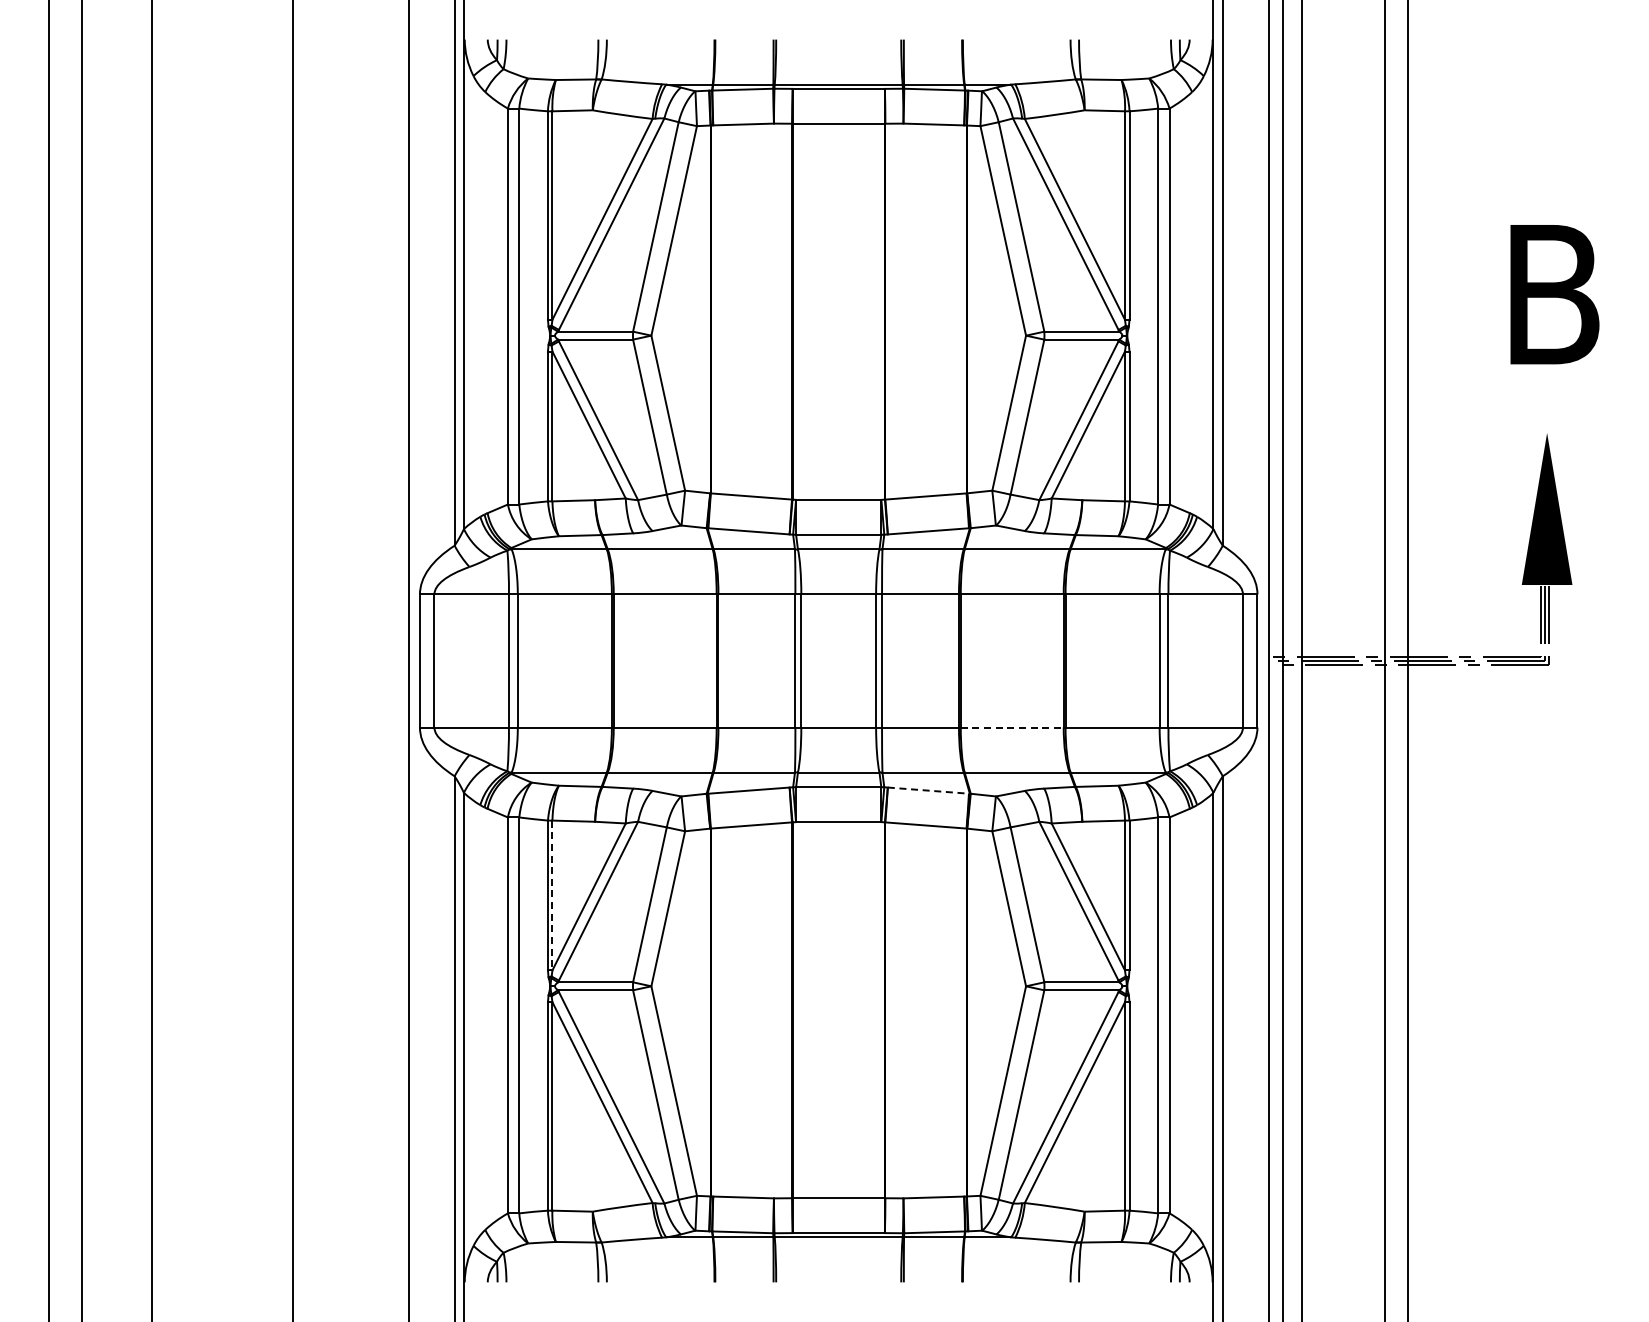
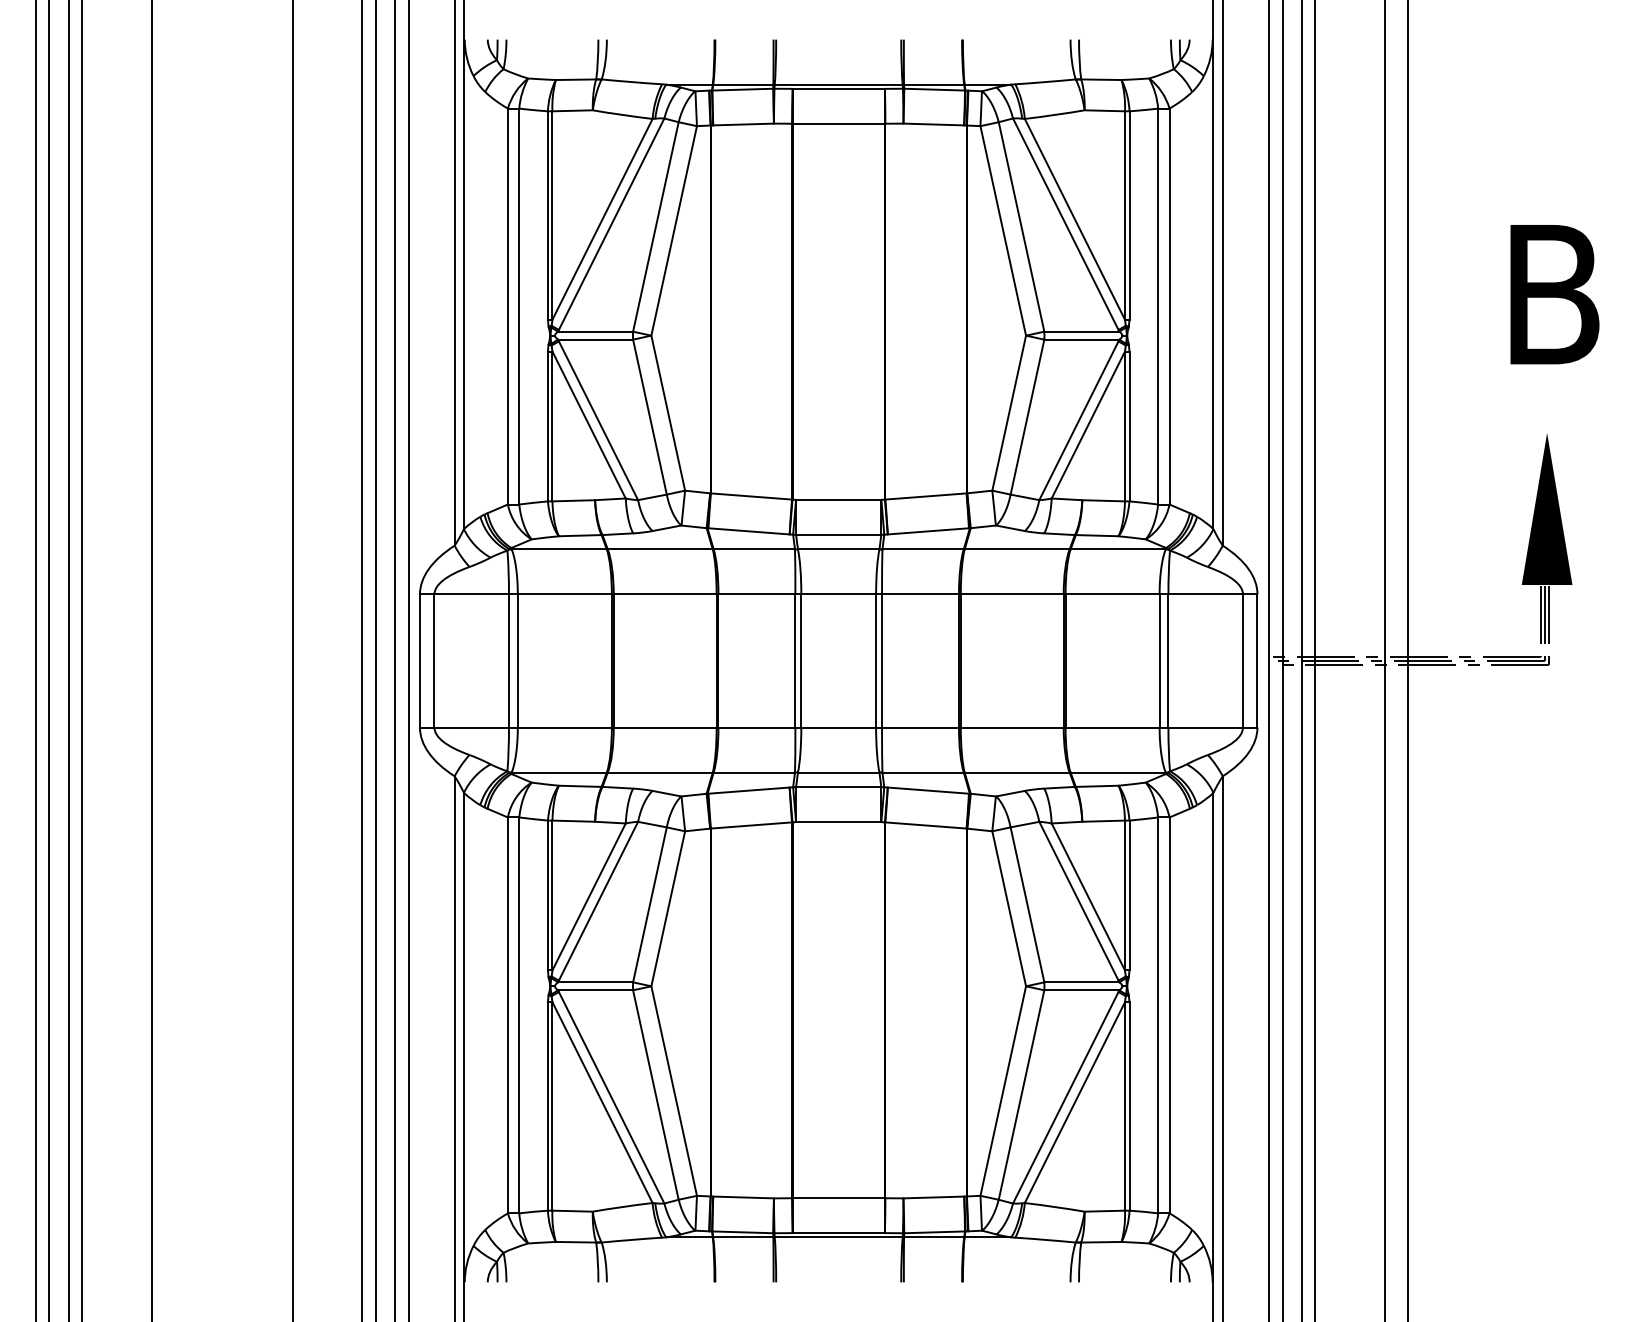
line at (35, 660): none -> present
line at (68, 660): none -> present
line at (362, 660): none -> present
line at (375, 660): none -> present
line at (394, 660): none -> present
line at (1315, 660): none -> present
line at (1012, 727): dashed -> solid
line at (928, 790): dashed -> solid
line at (552, 895): dashed -> solid
